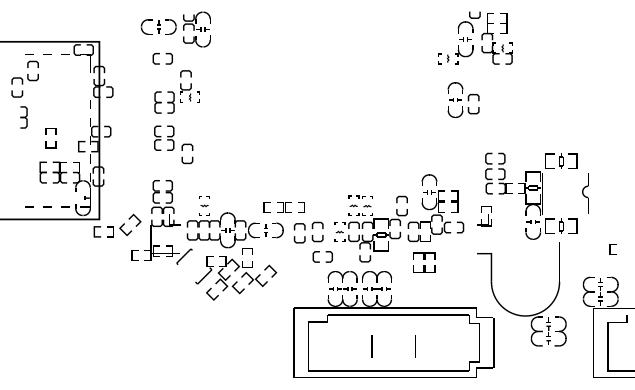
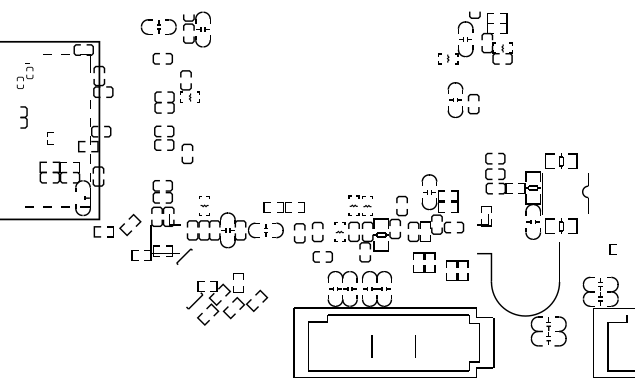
part at (24, 75) size: 28x44 px -> 18x26 px
part at (50, 138) size: 12x21 px -> 7x13 px
part at (457, 270): none -> present
part at (236, 274) position: (236, 274) -> (227, 299)
